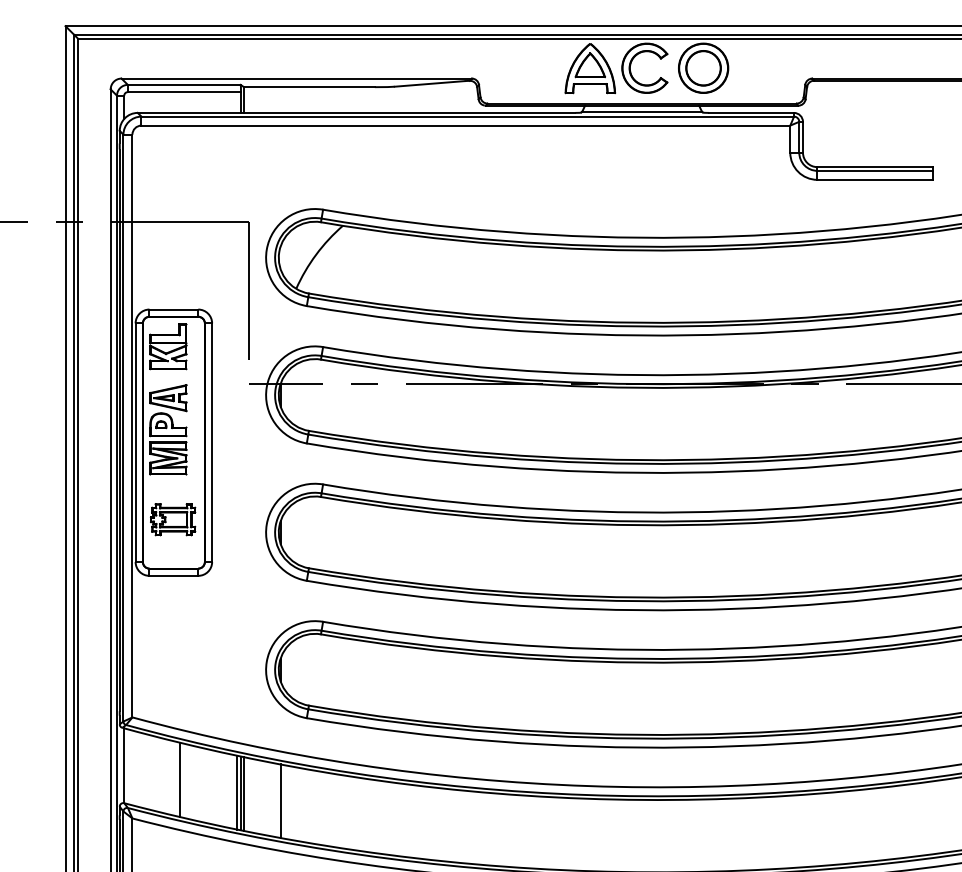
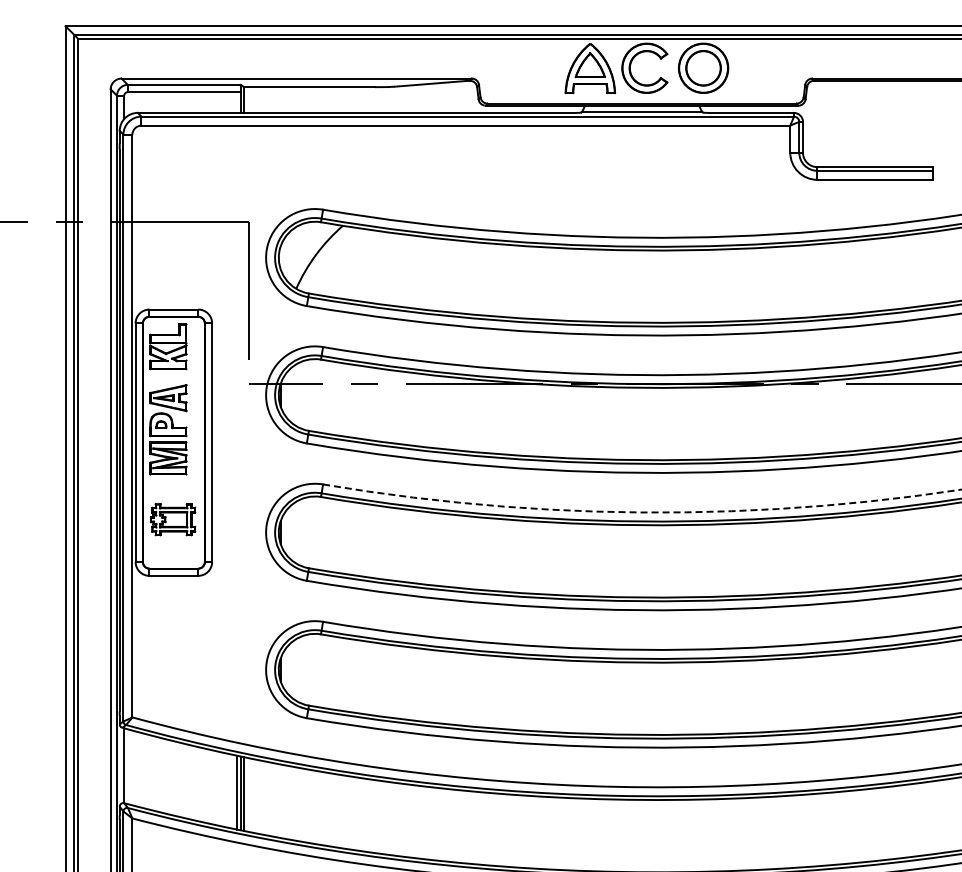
arc at (642, 512): solid -> dashed
line at (179, 779): present -> none
line at (280, 801): present -> none
